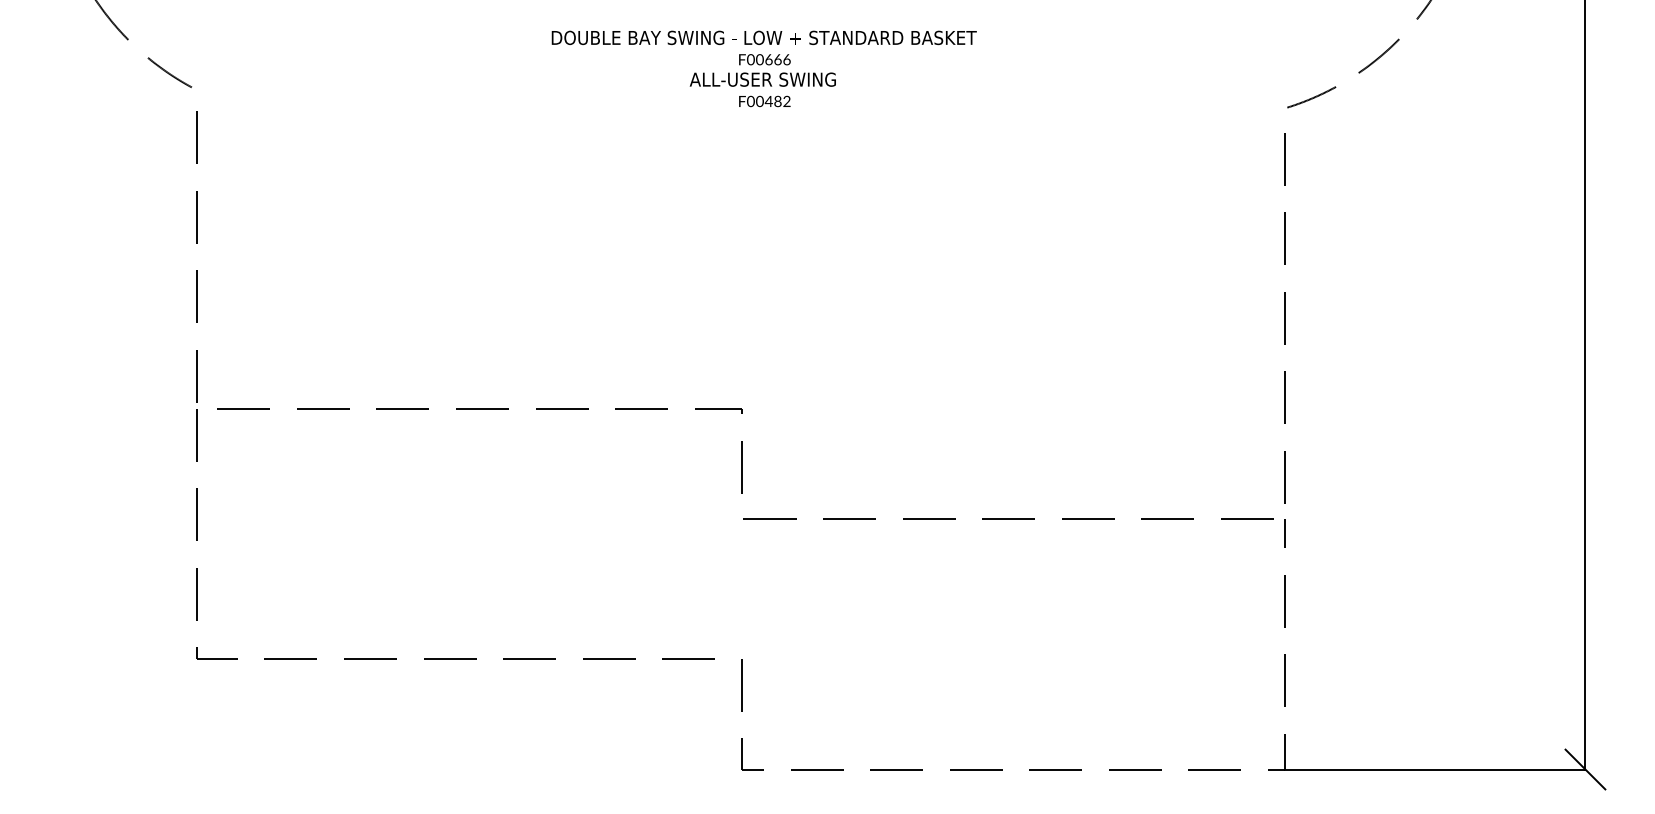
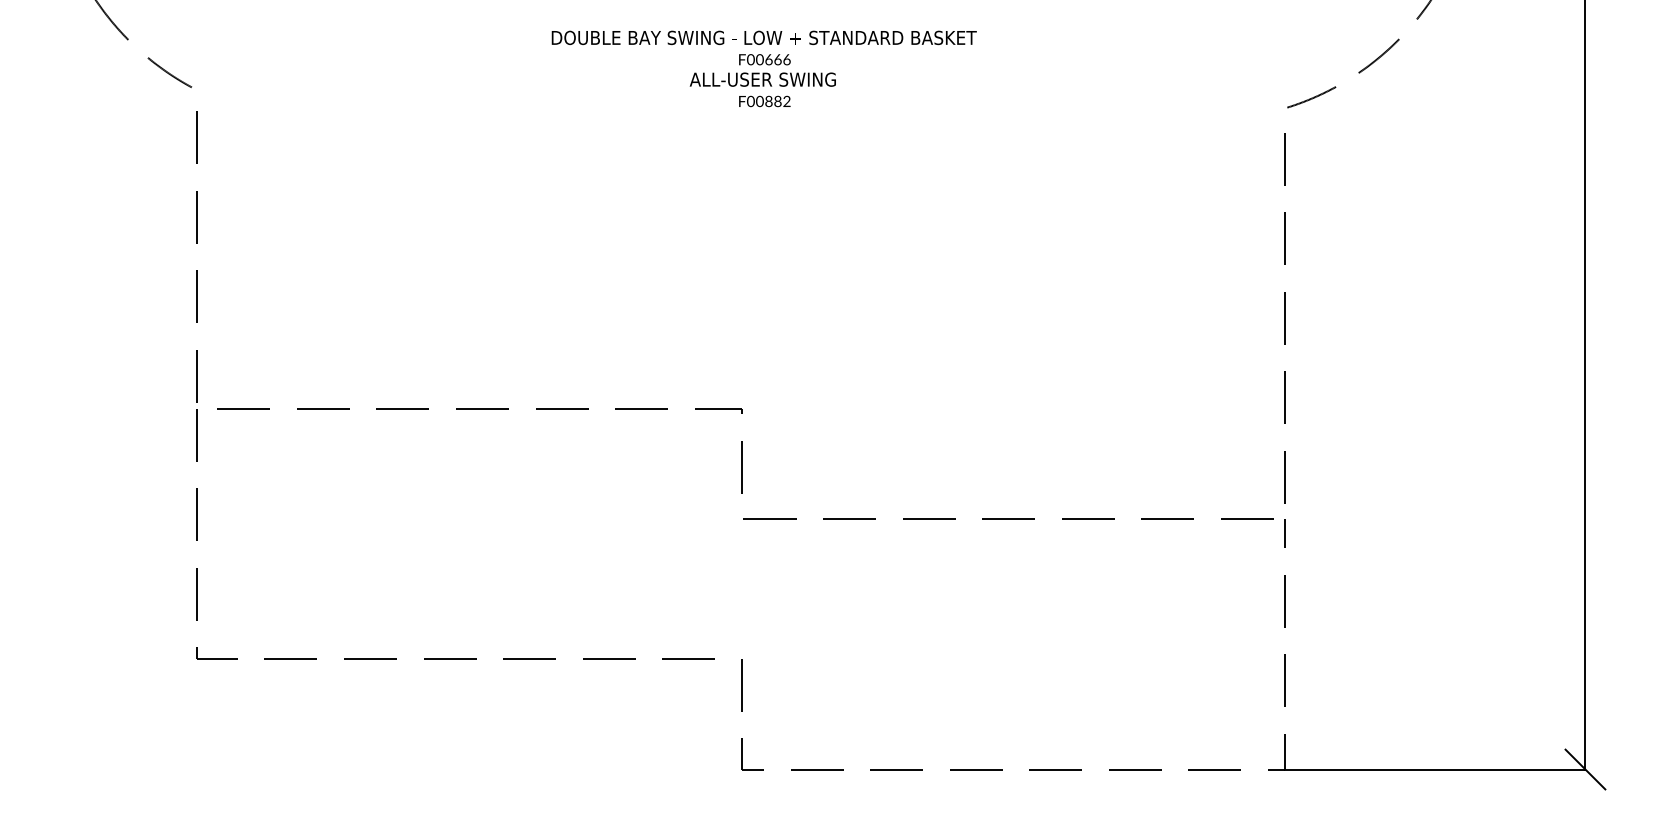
text at (768, 101): F00482 -> F00882
